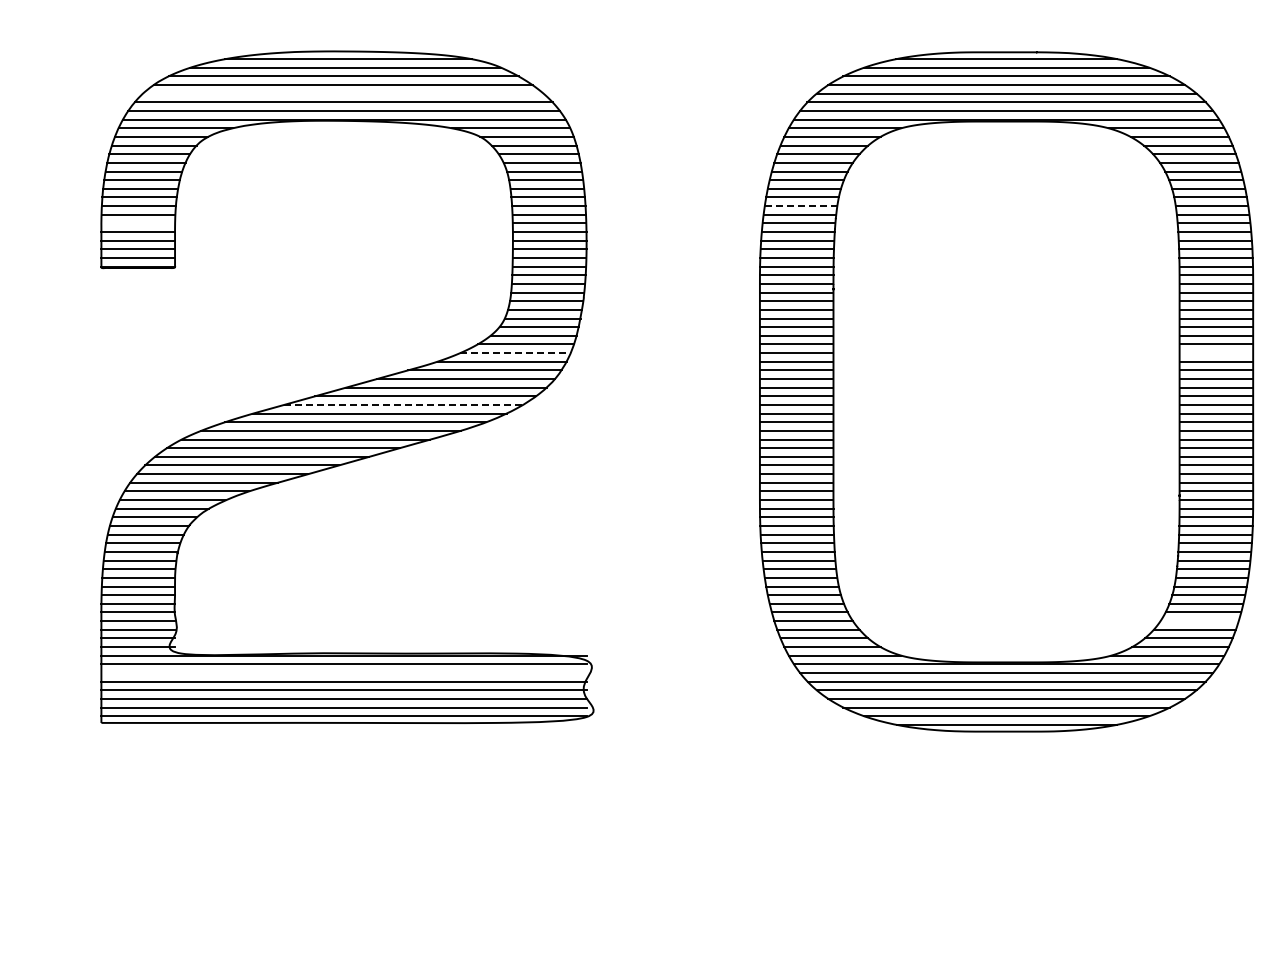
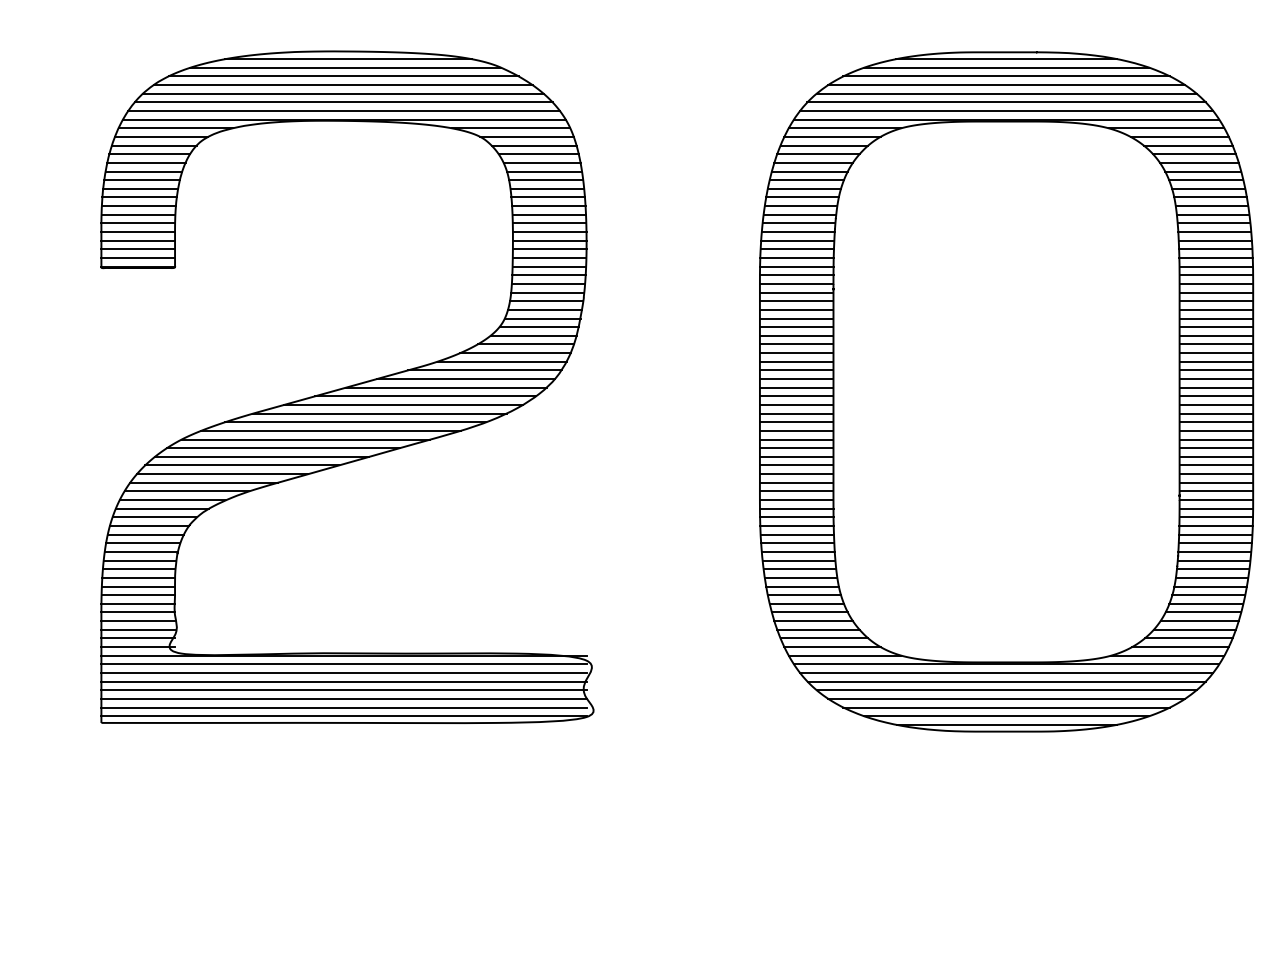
line at (342, 93): none -> present
line at (801, 206): dashed -> solid
line at (138, 223): none -> present
line at (515, 353): dashed -> solid
line at (1216, 353): none -> present
line at (404, 404): dashed -> solid
line at (1199, 621): none -> present
line at (343, 672): none -> present
